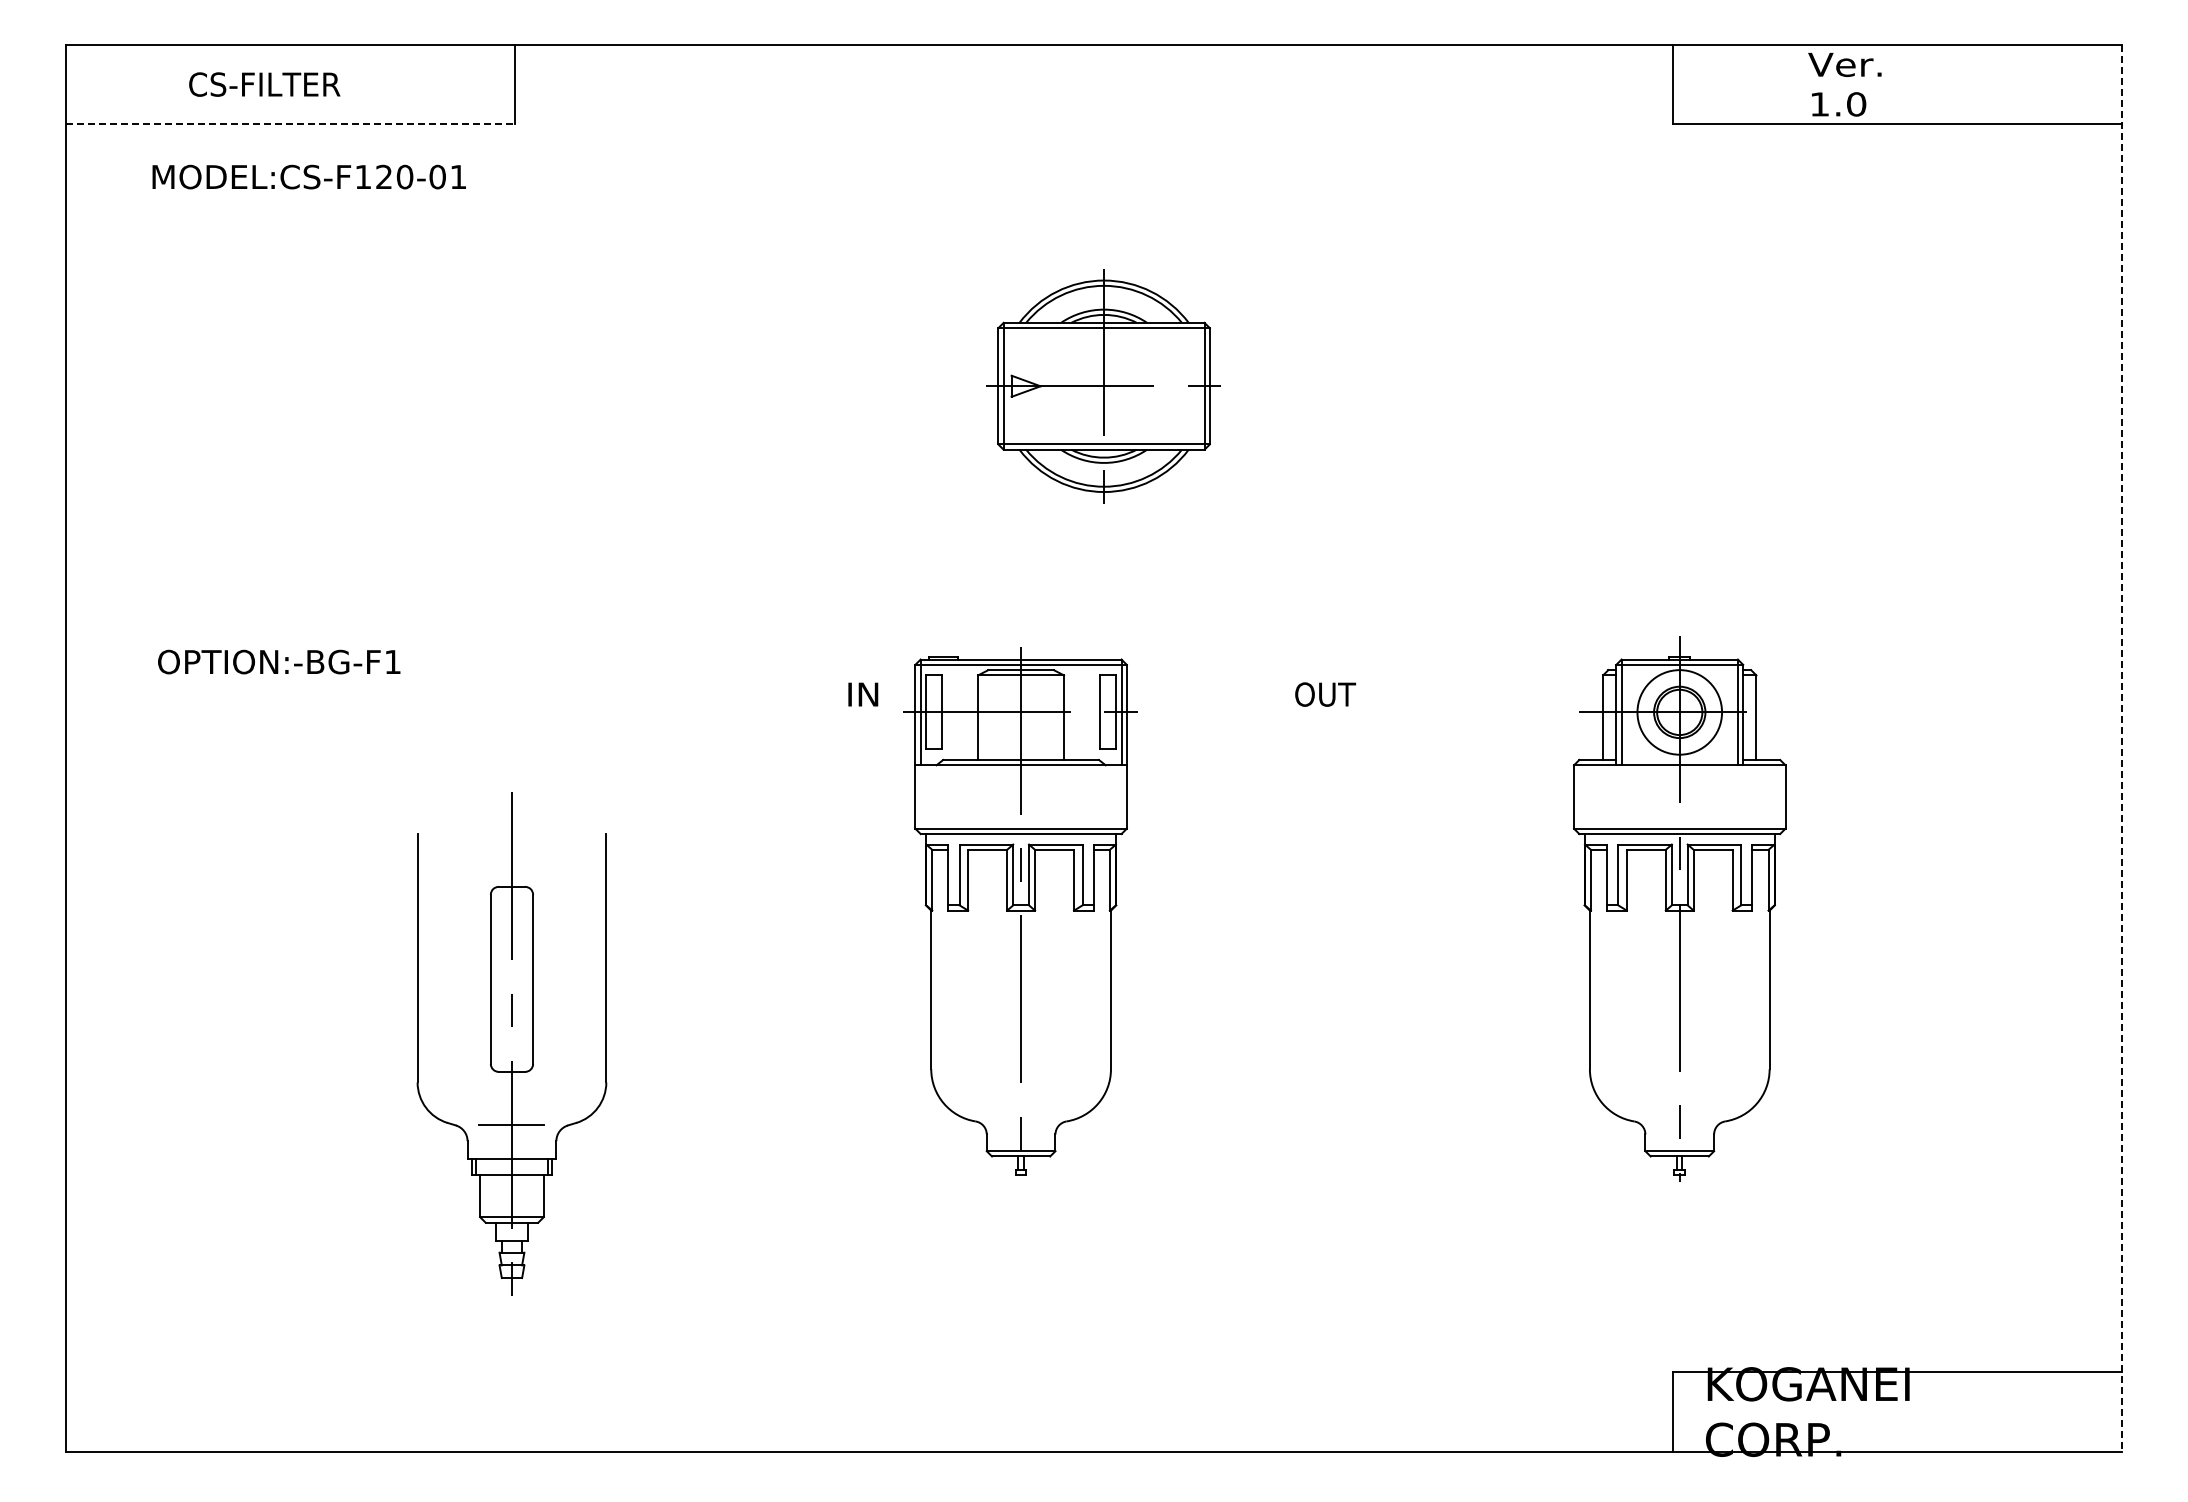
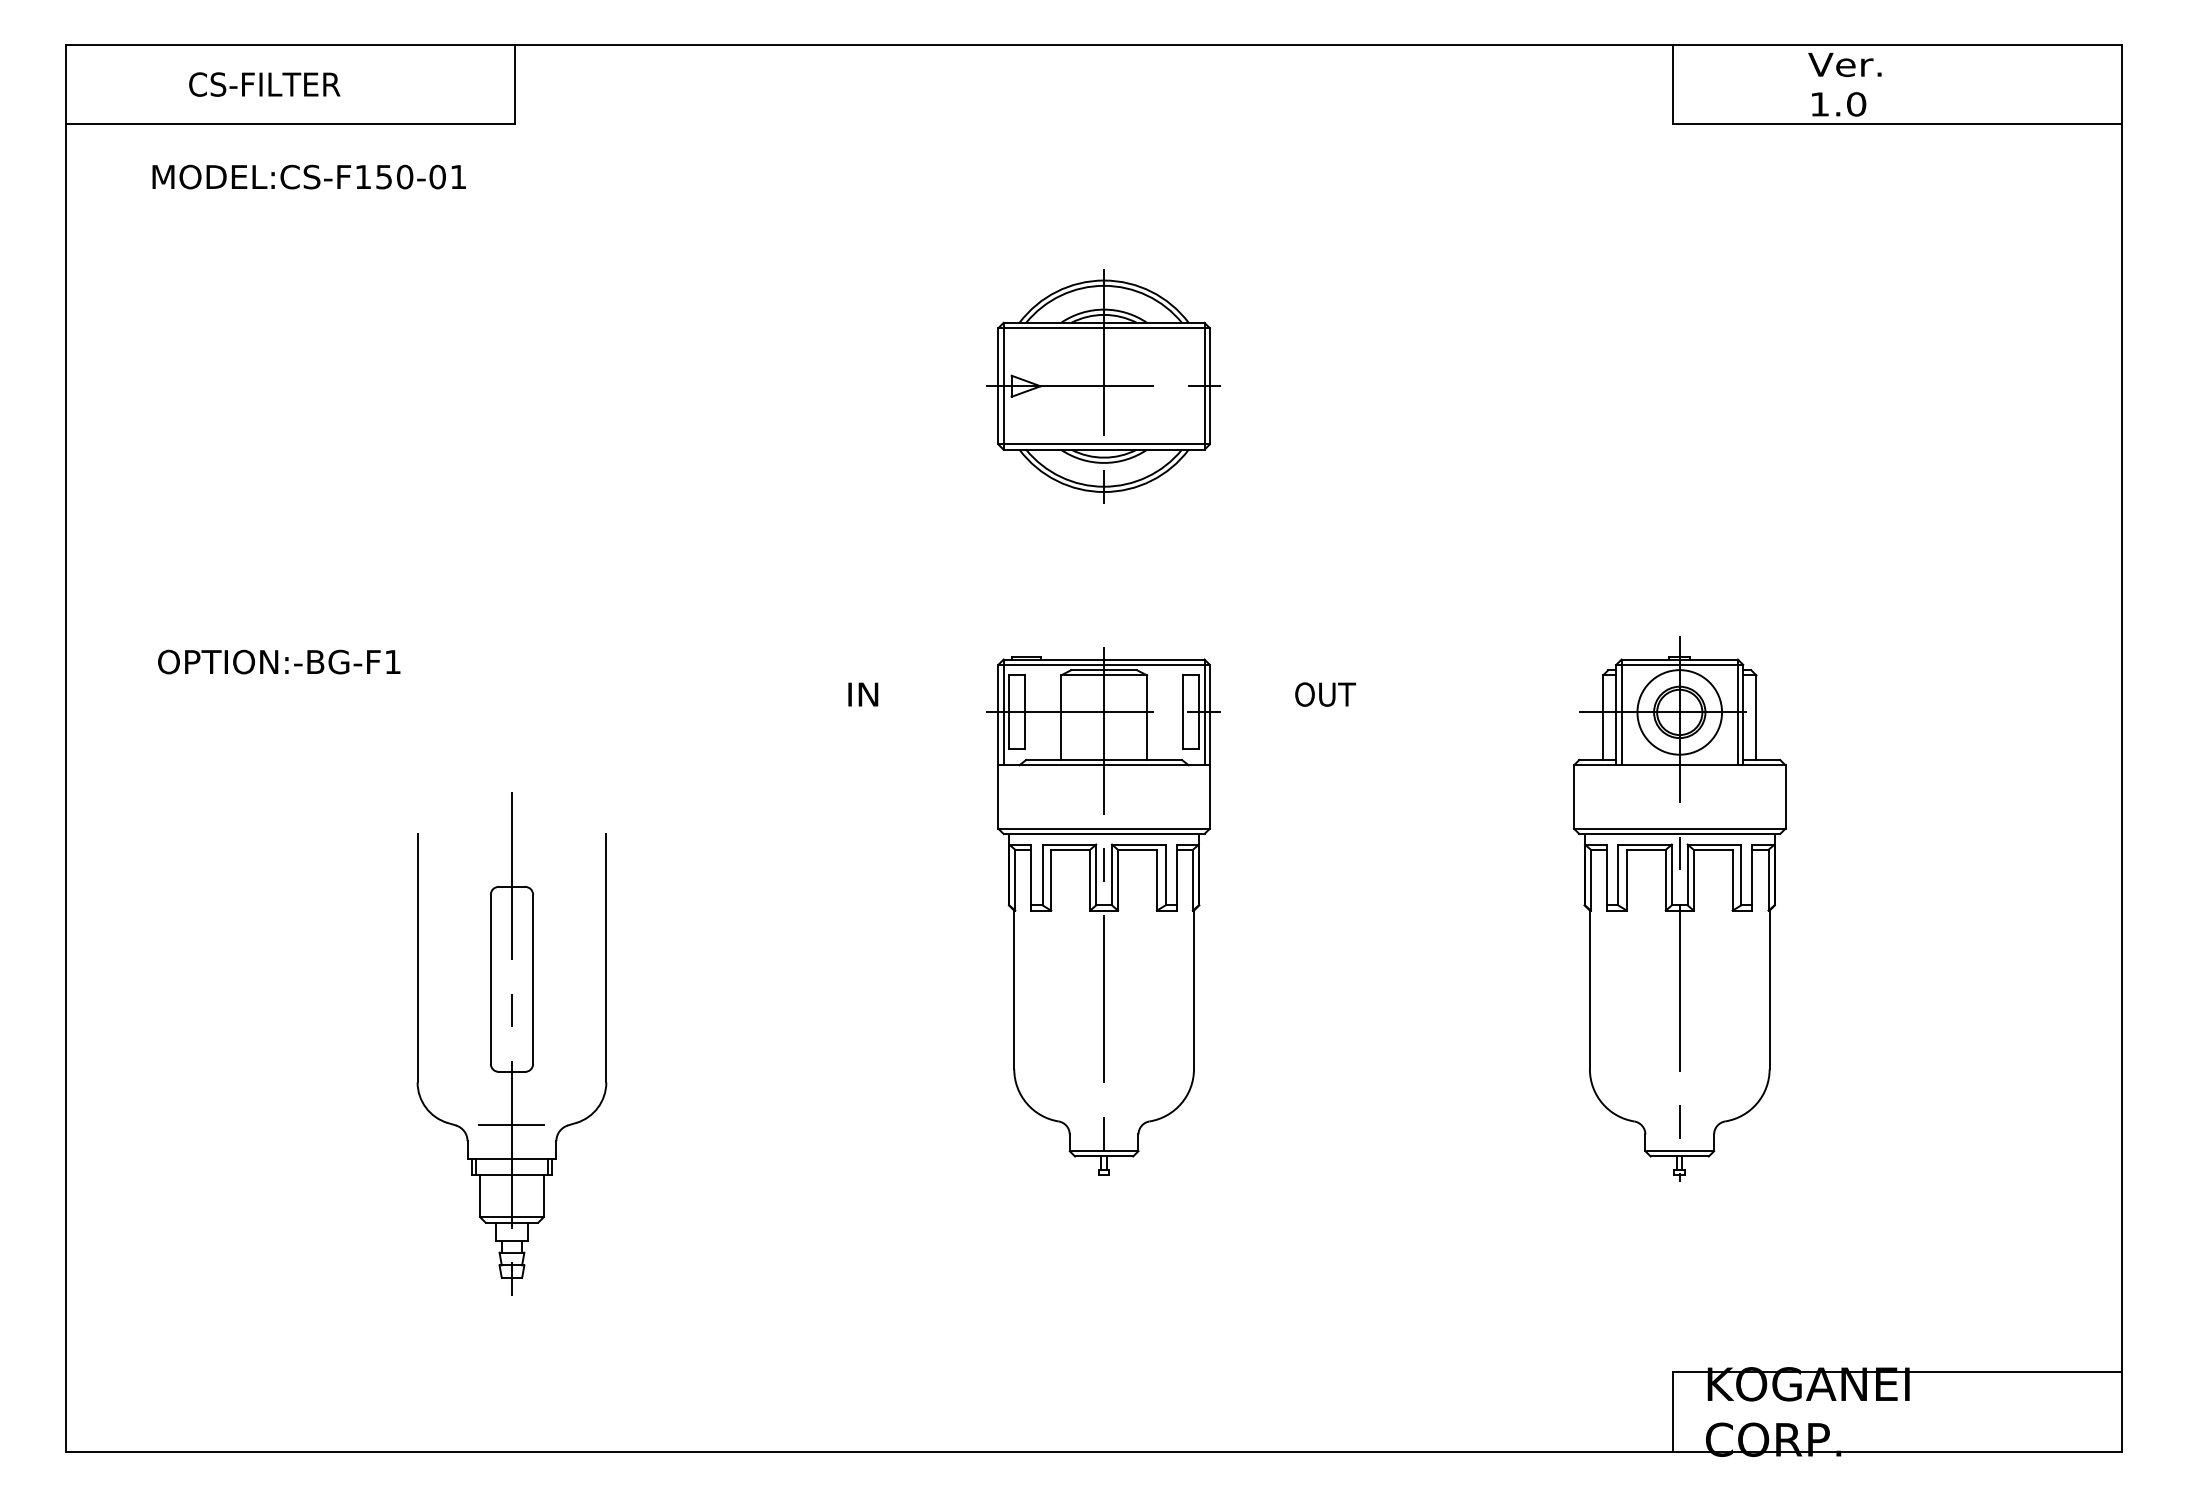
line at (290, 124): dashed -> solid
text at (383, 176): MODEL:CS-F120-01 -> MODEL:CS-F150-01
line at (2122, 748): dashed -> solid
part at (1020, 911) position: (1020, 911) -> (1103, 911)
